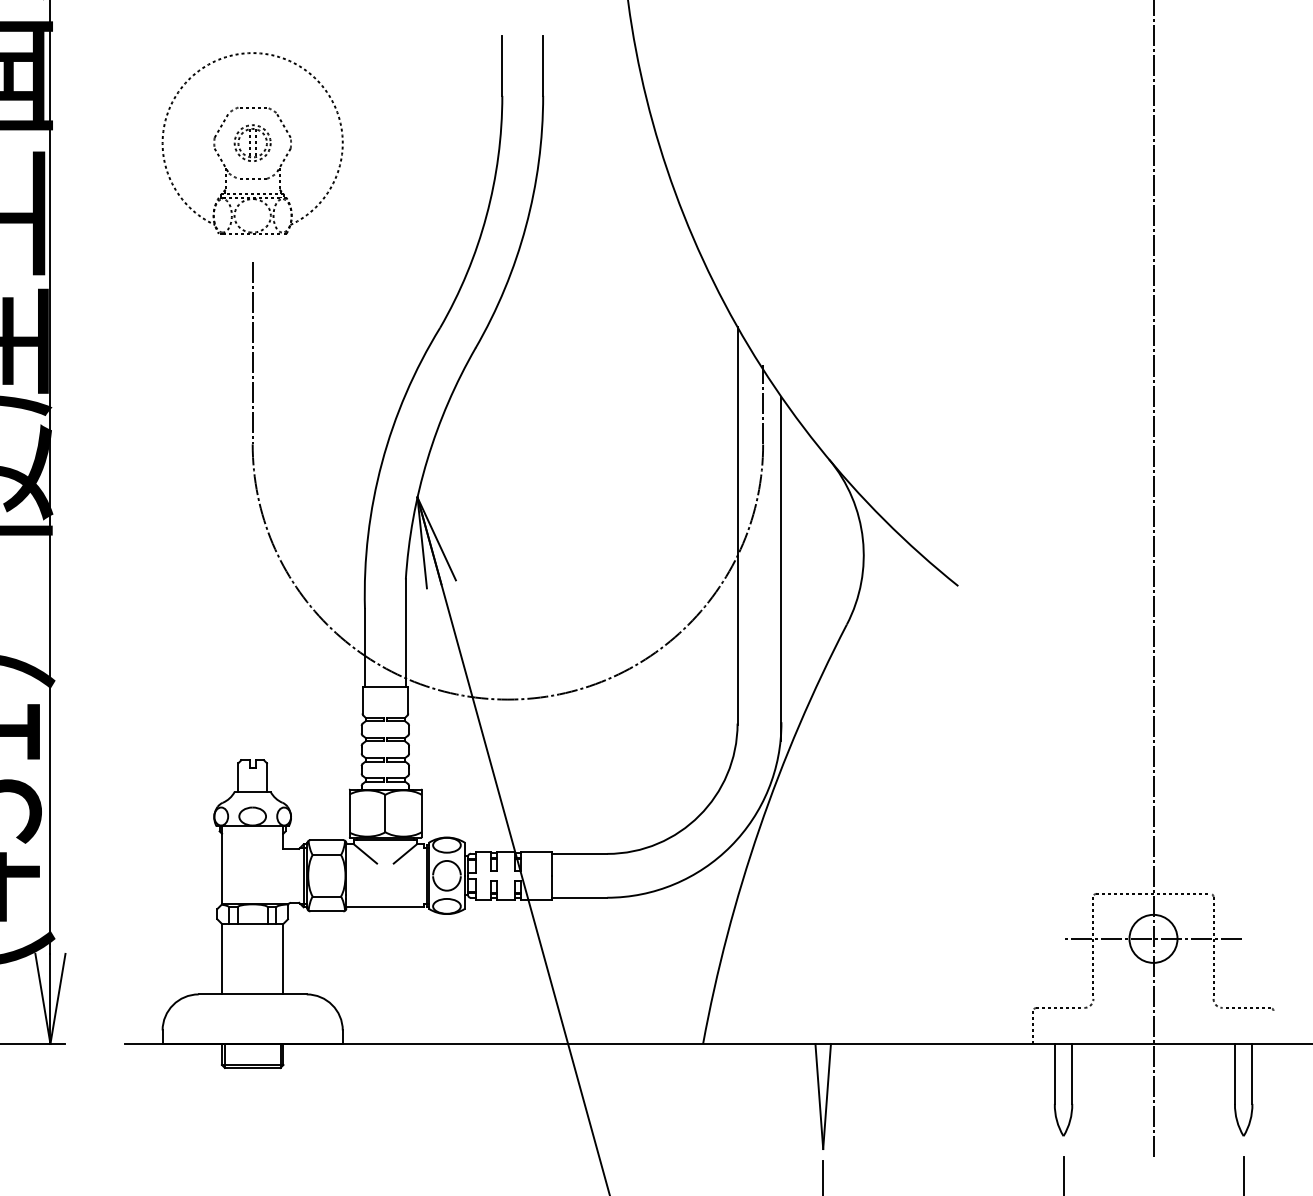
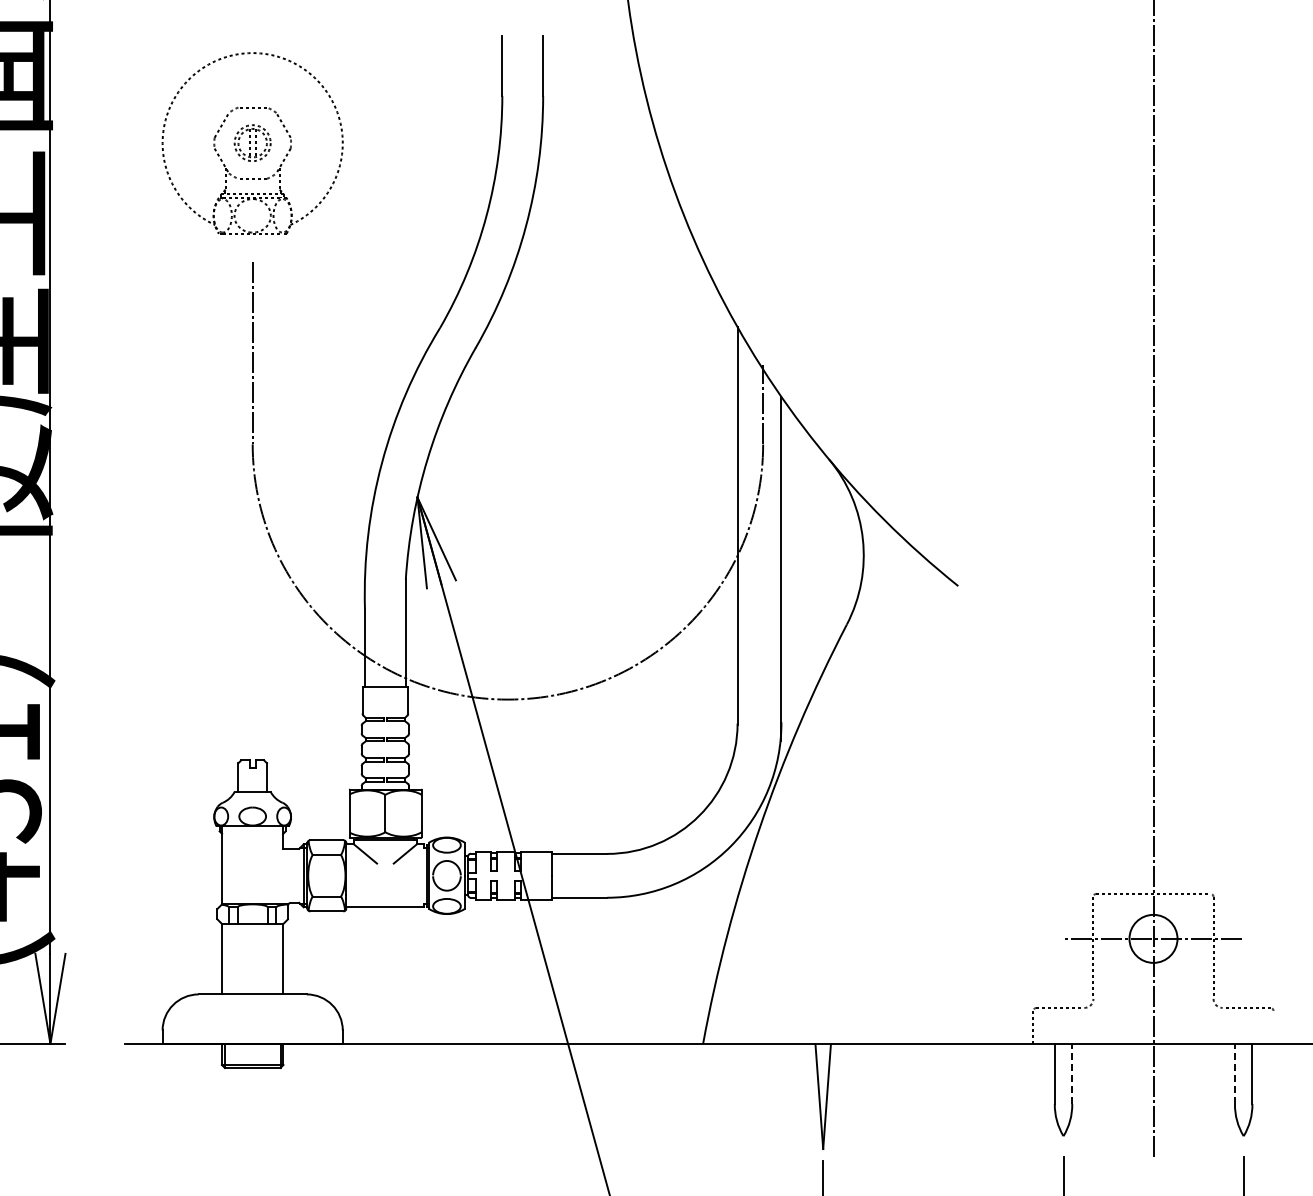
line at (1072, 1073): solid -> dashed
line at (1234, 1073): solid -> dashed
